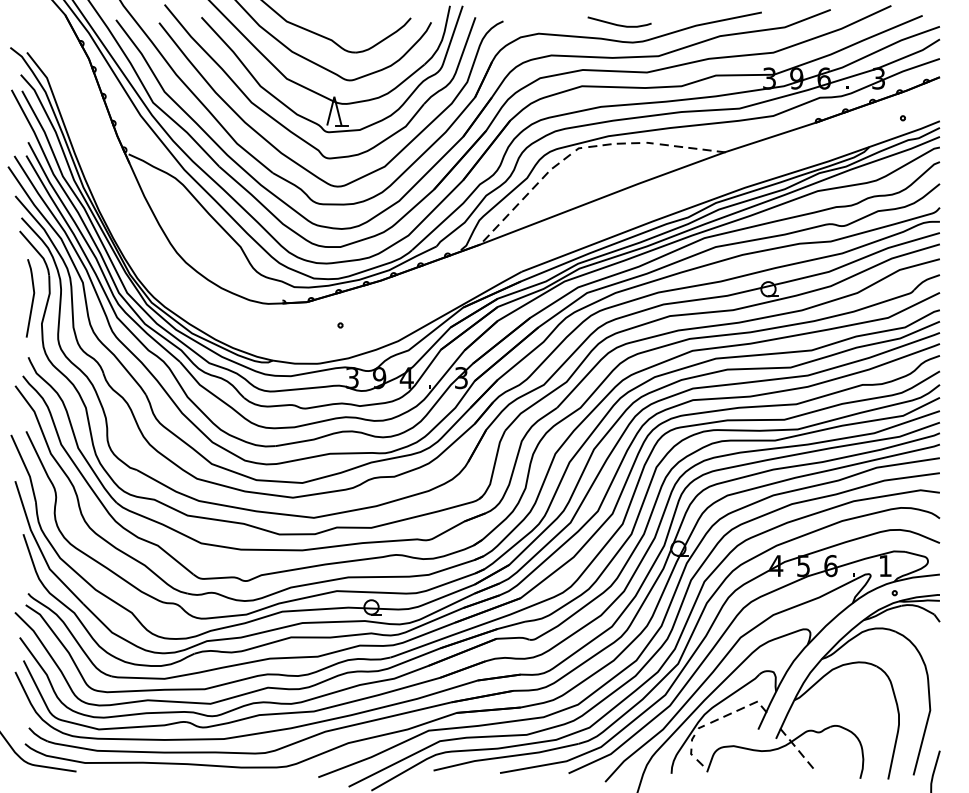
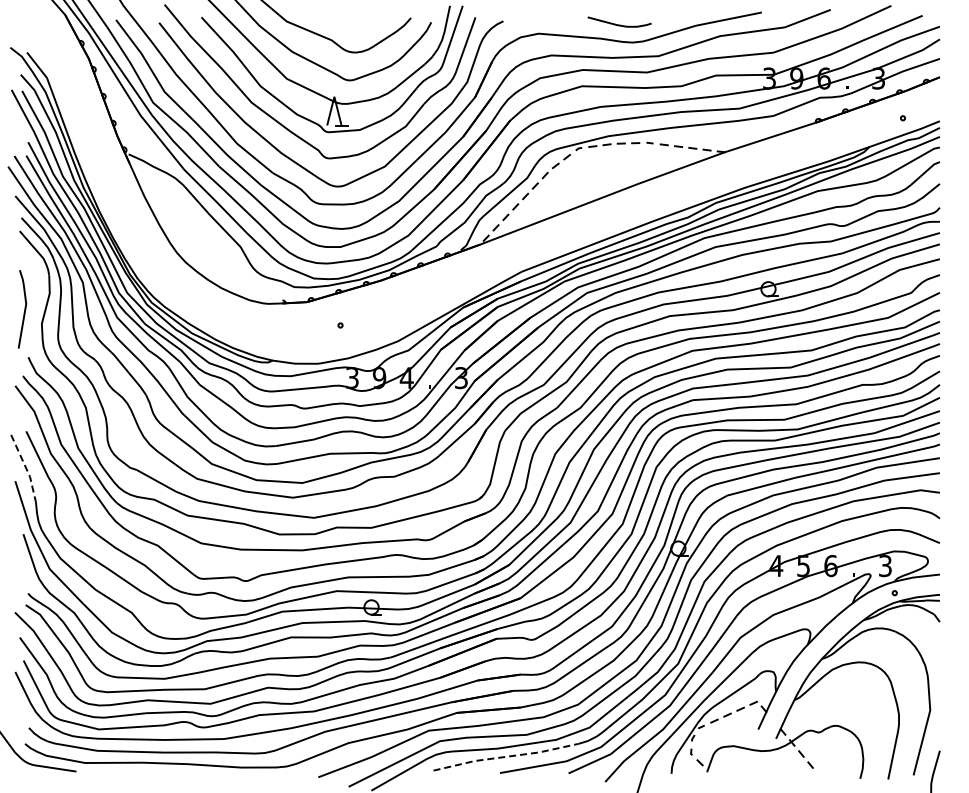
line at (32, 298) position: (32, 298) -> (24, 309)
line at (26, 468): solid -> dashed
text at (885, 566): 1 -> 3
line at (506, 756): solid -> dashed
